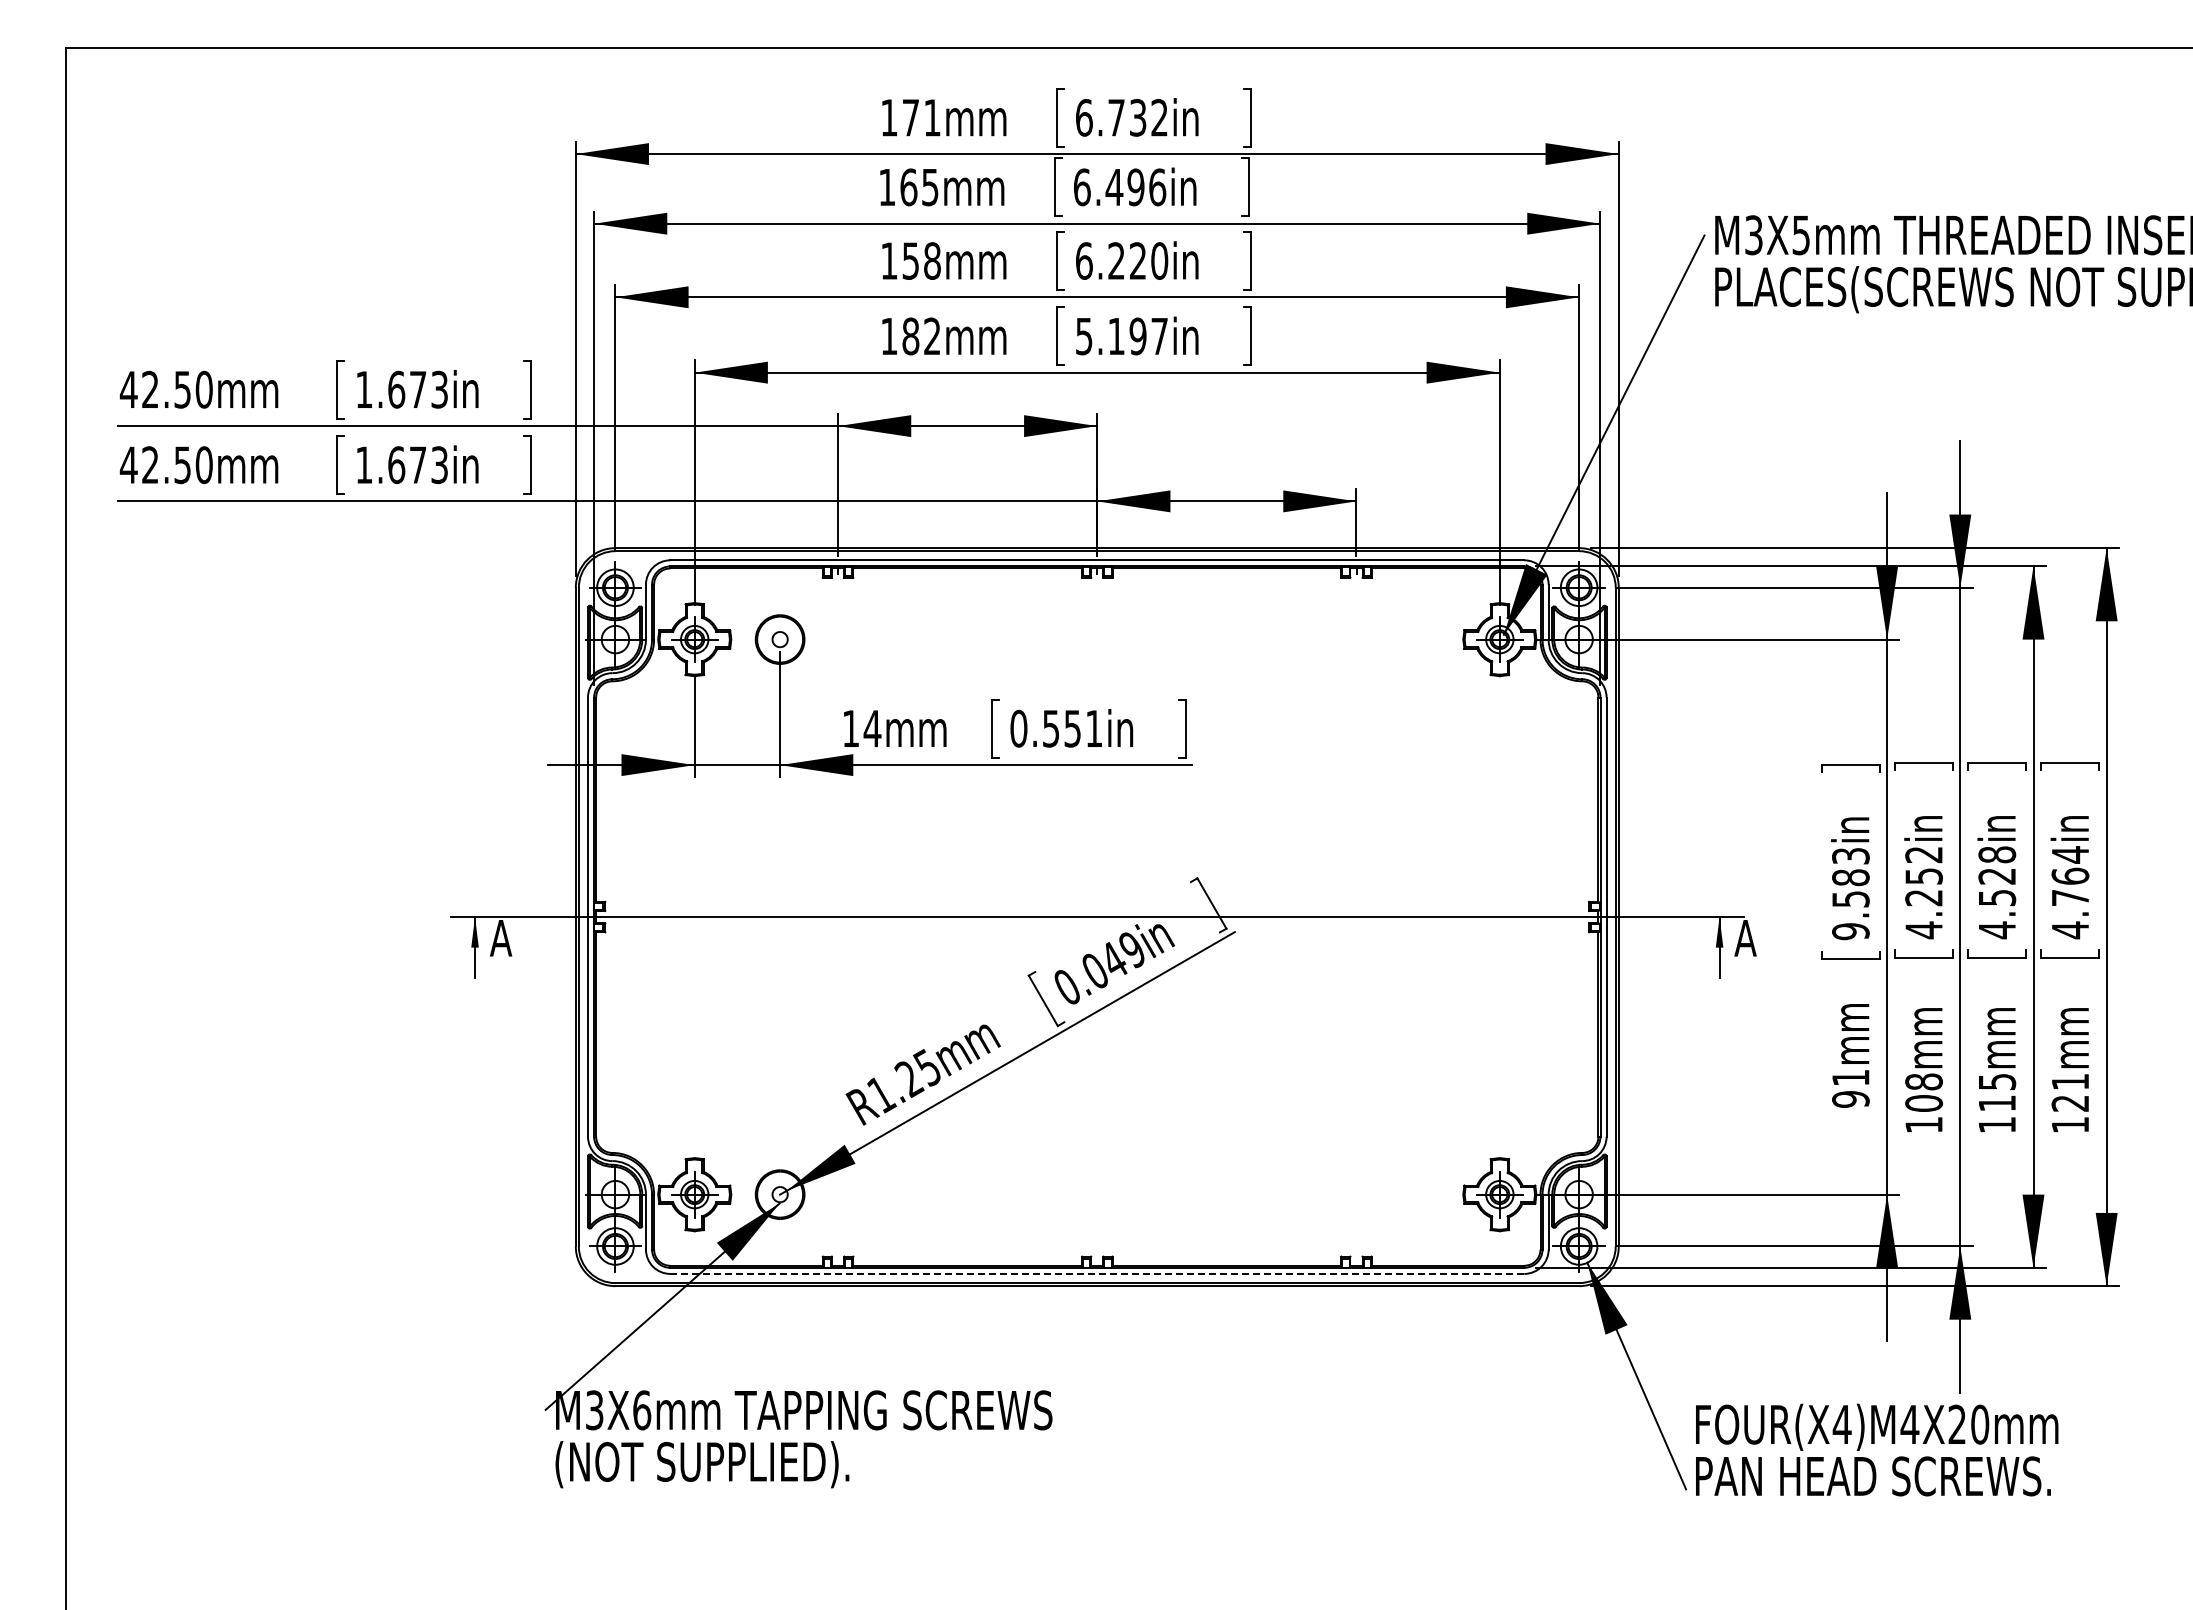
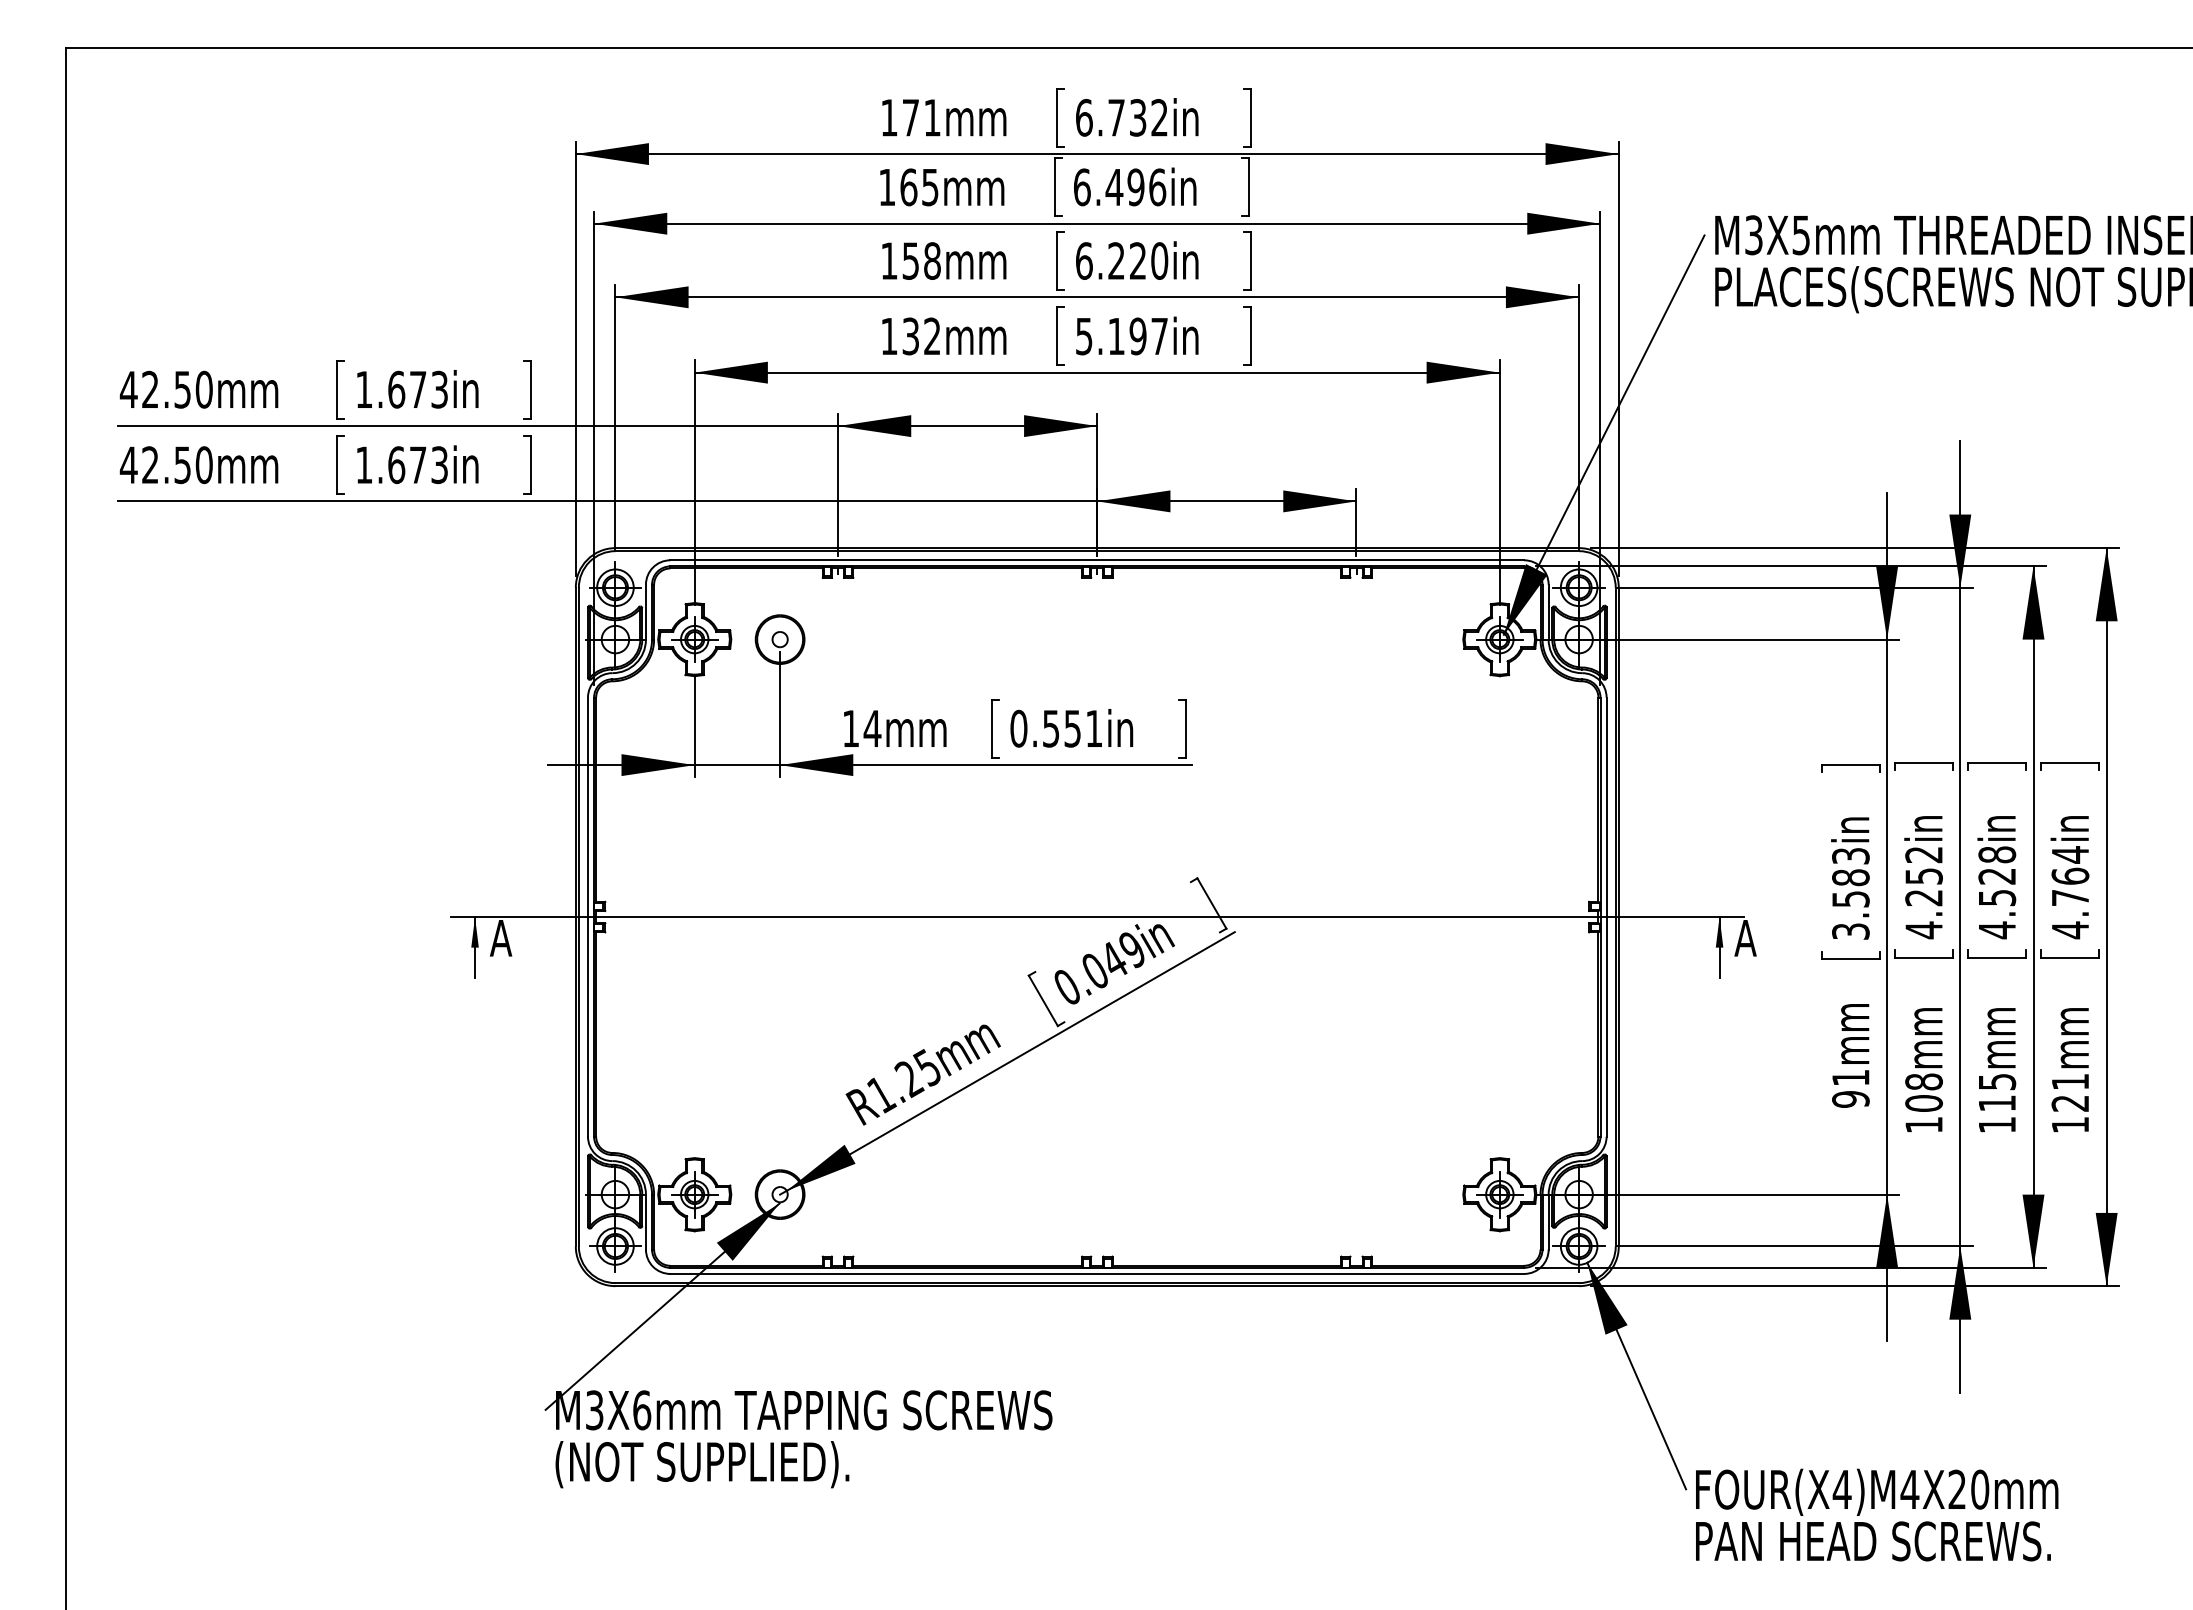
text at (910, 336): 182mm -> 132mm
text at (1850, 931): 9.583in -> 3.583in
line at (1097, 1273): dashed -> solid
text at (1877, 1449) position: (1877, 1449) -> (1877, 1514)
